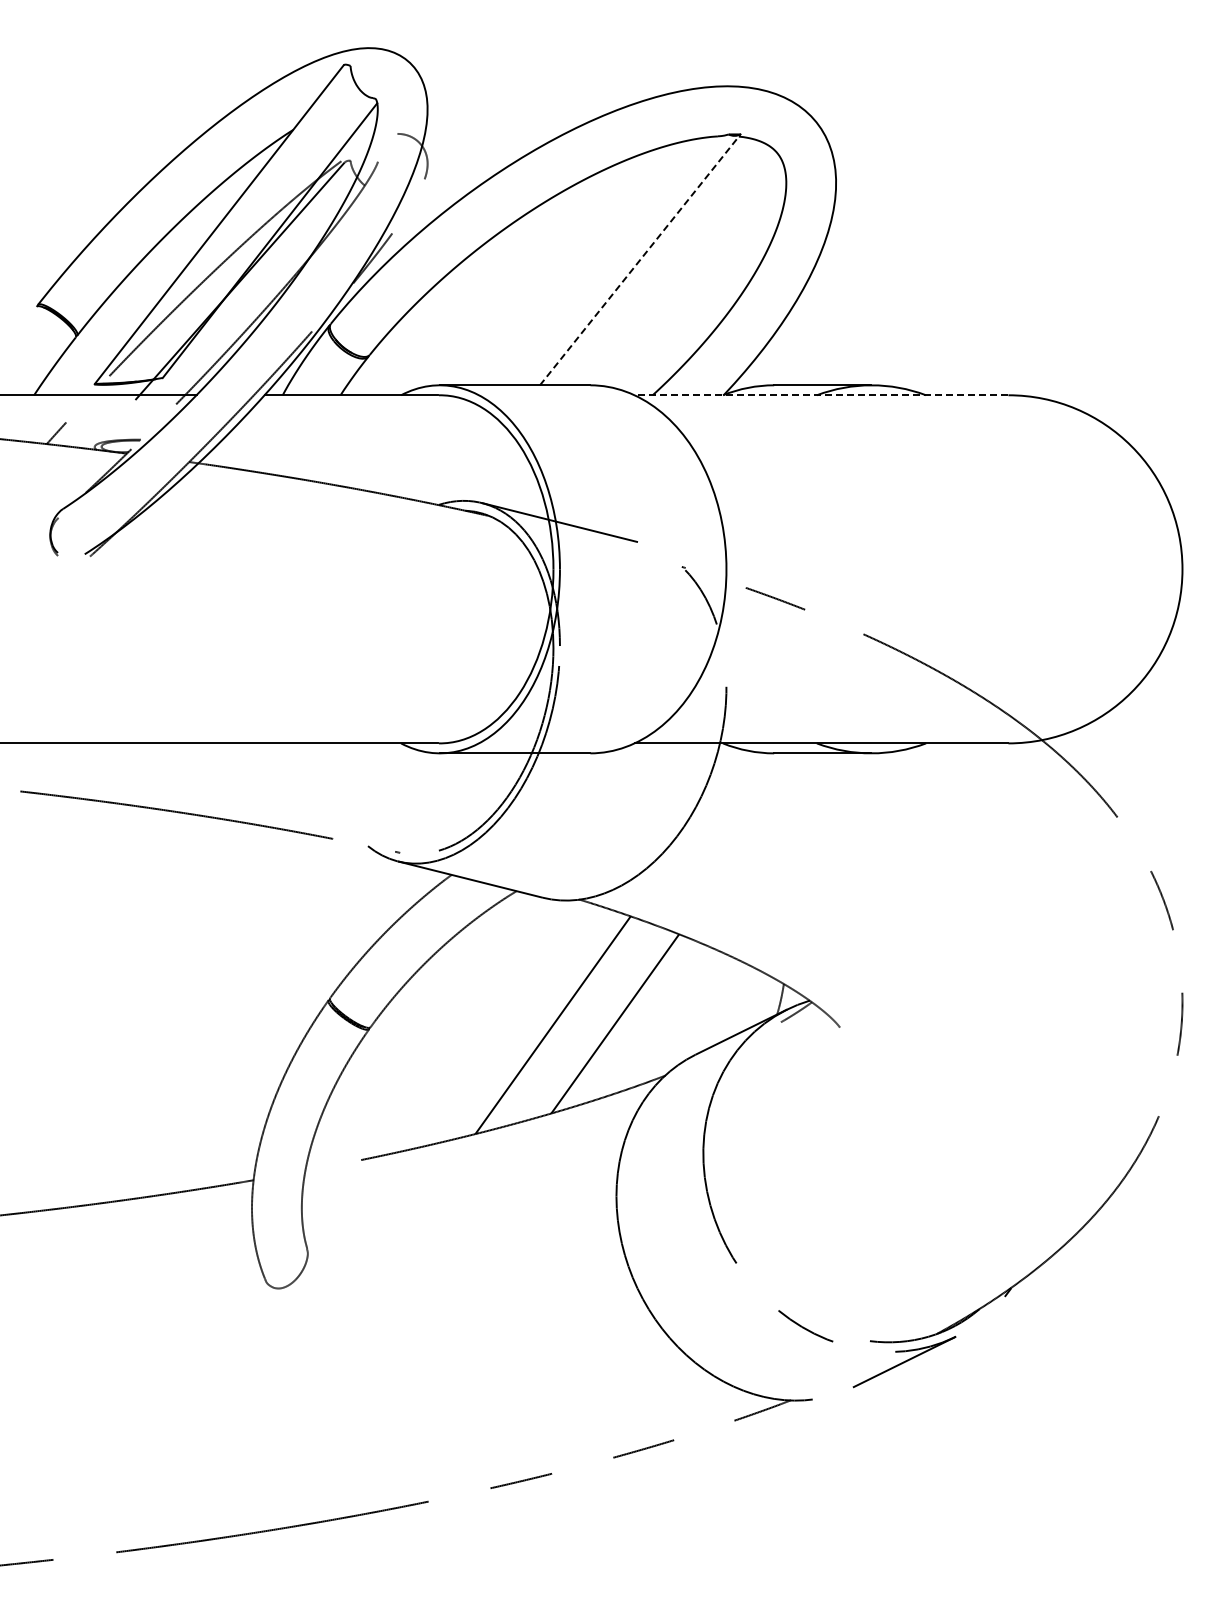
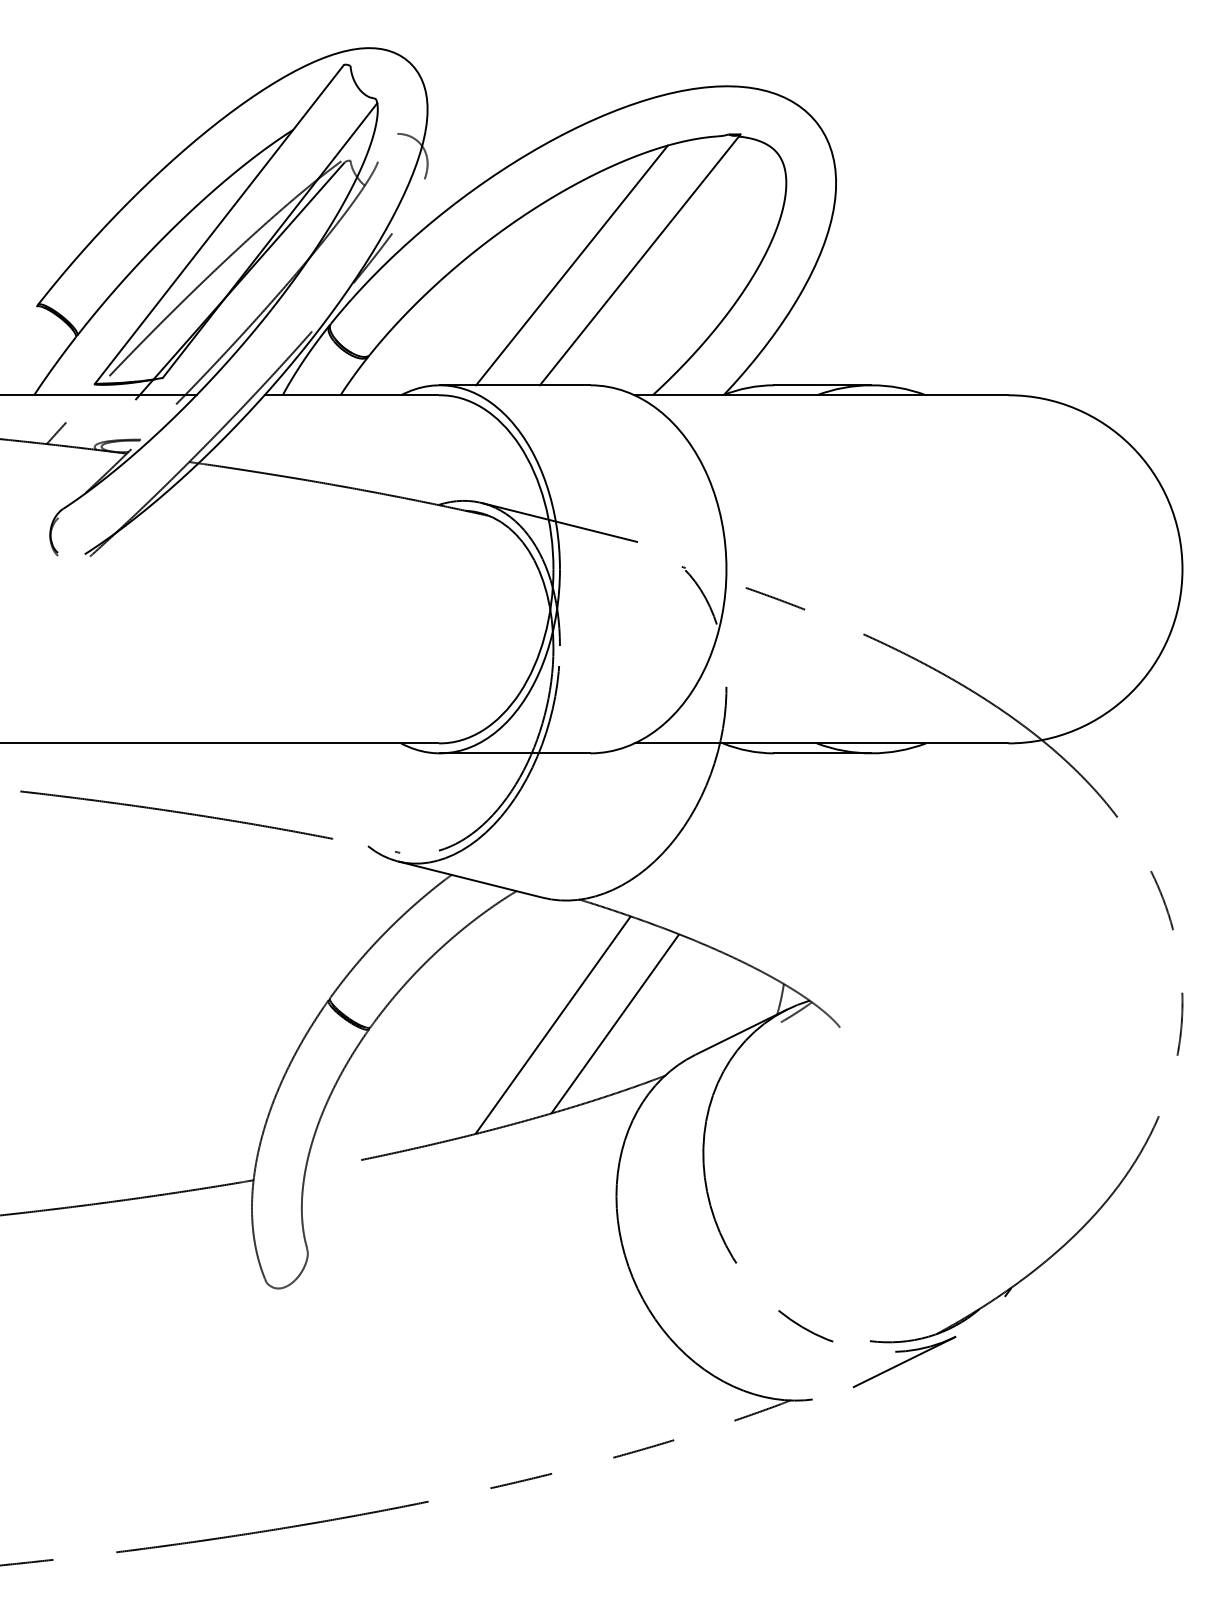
line at (640, 259): dashed -> solid
line at (571, 265): none -> present
line at (821, 395): dashed -> solid
